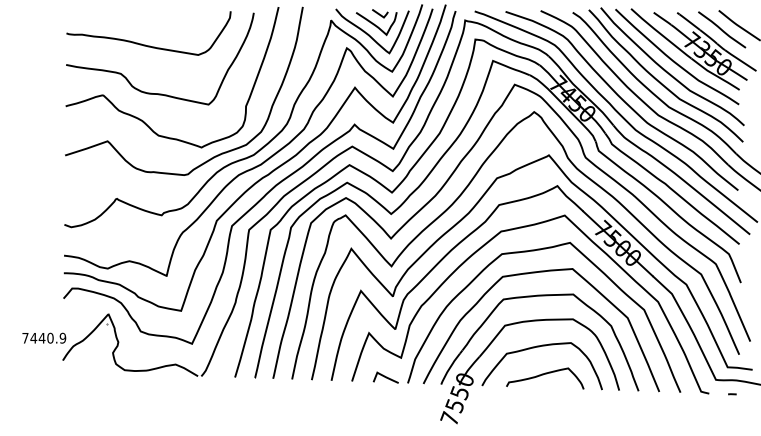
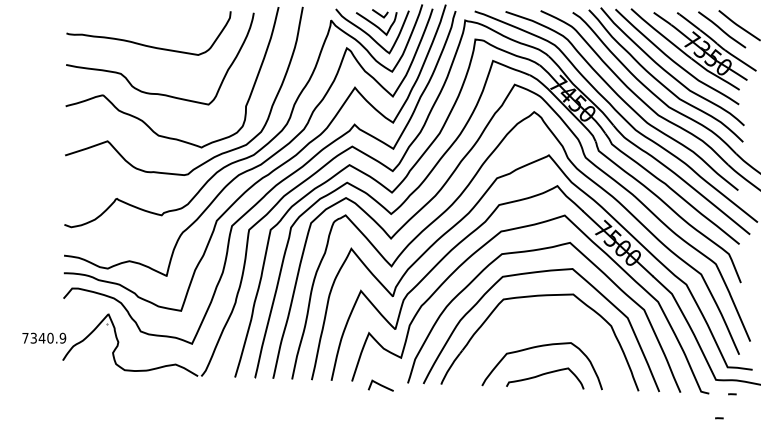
text at (33, 337): 7440.9 -> 7340.9
part at (491, 344): present -> none
curve at (385, 377) position: (385, 377) -> (380, 385)
line at (719, 418): none -> present
